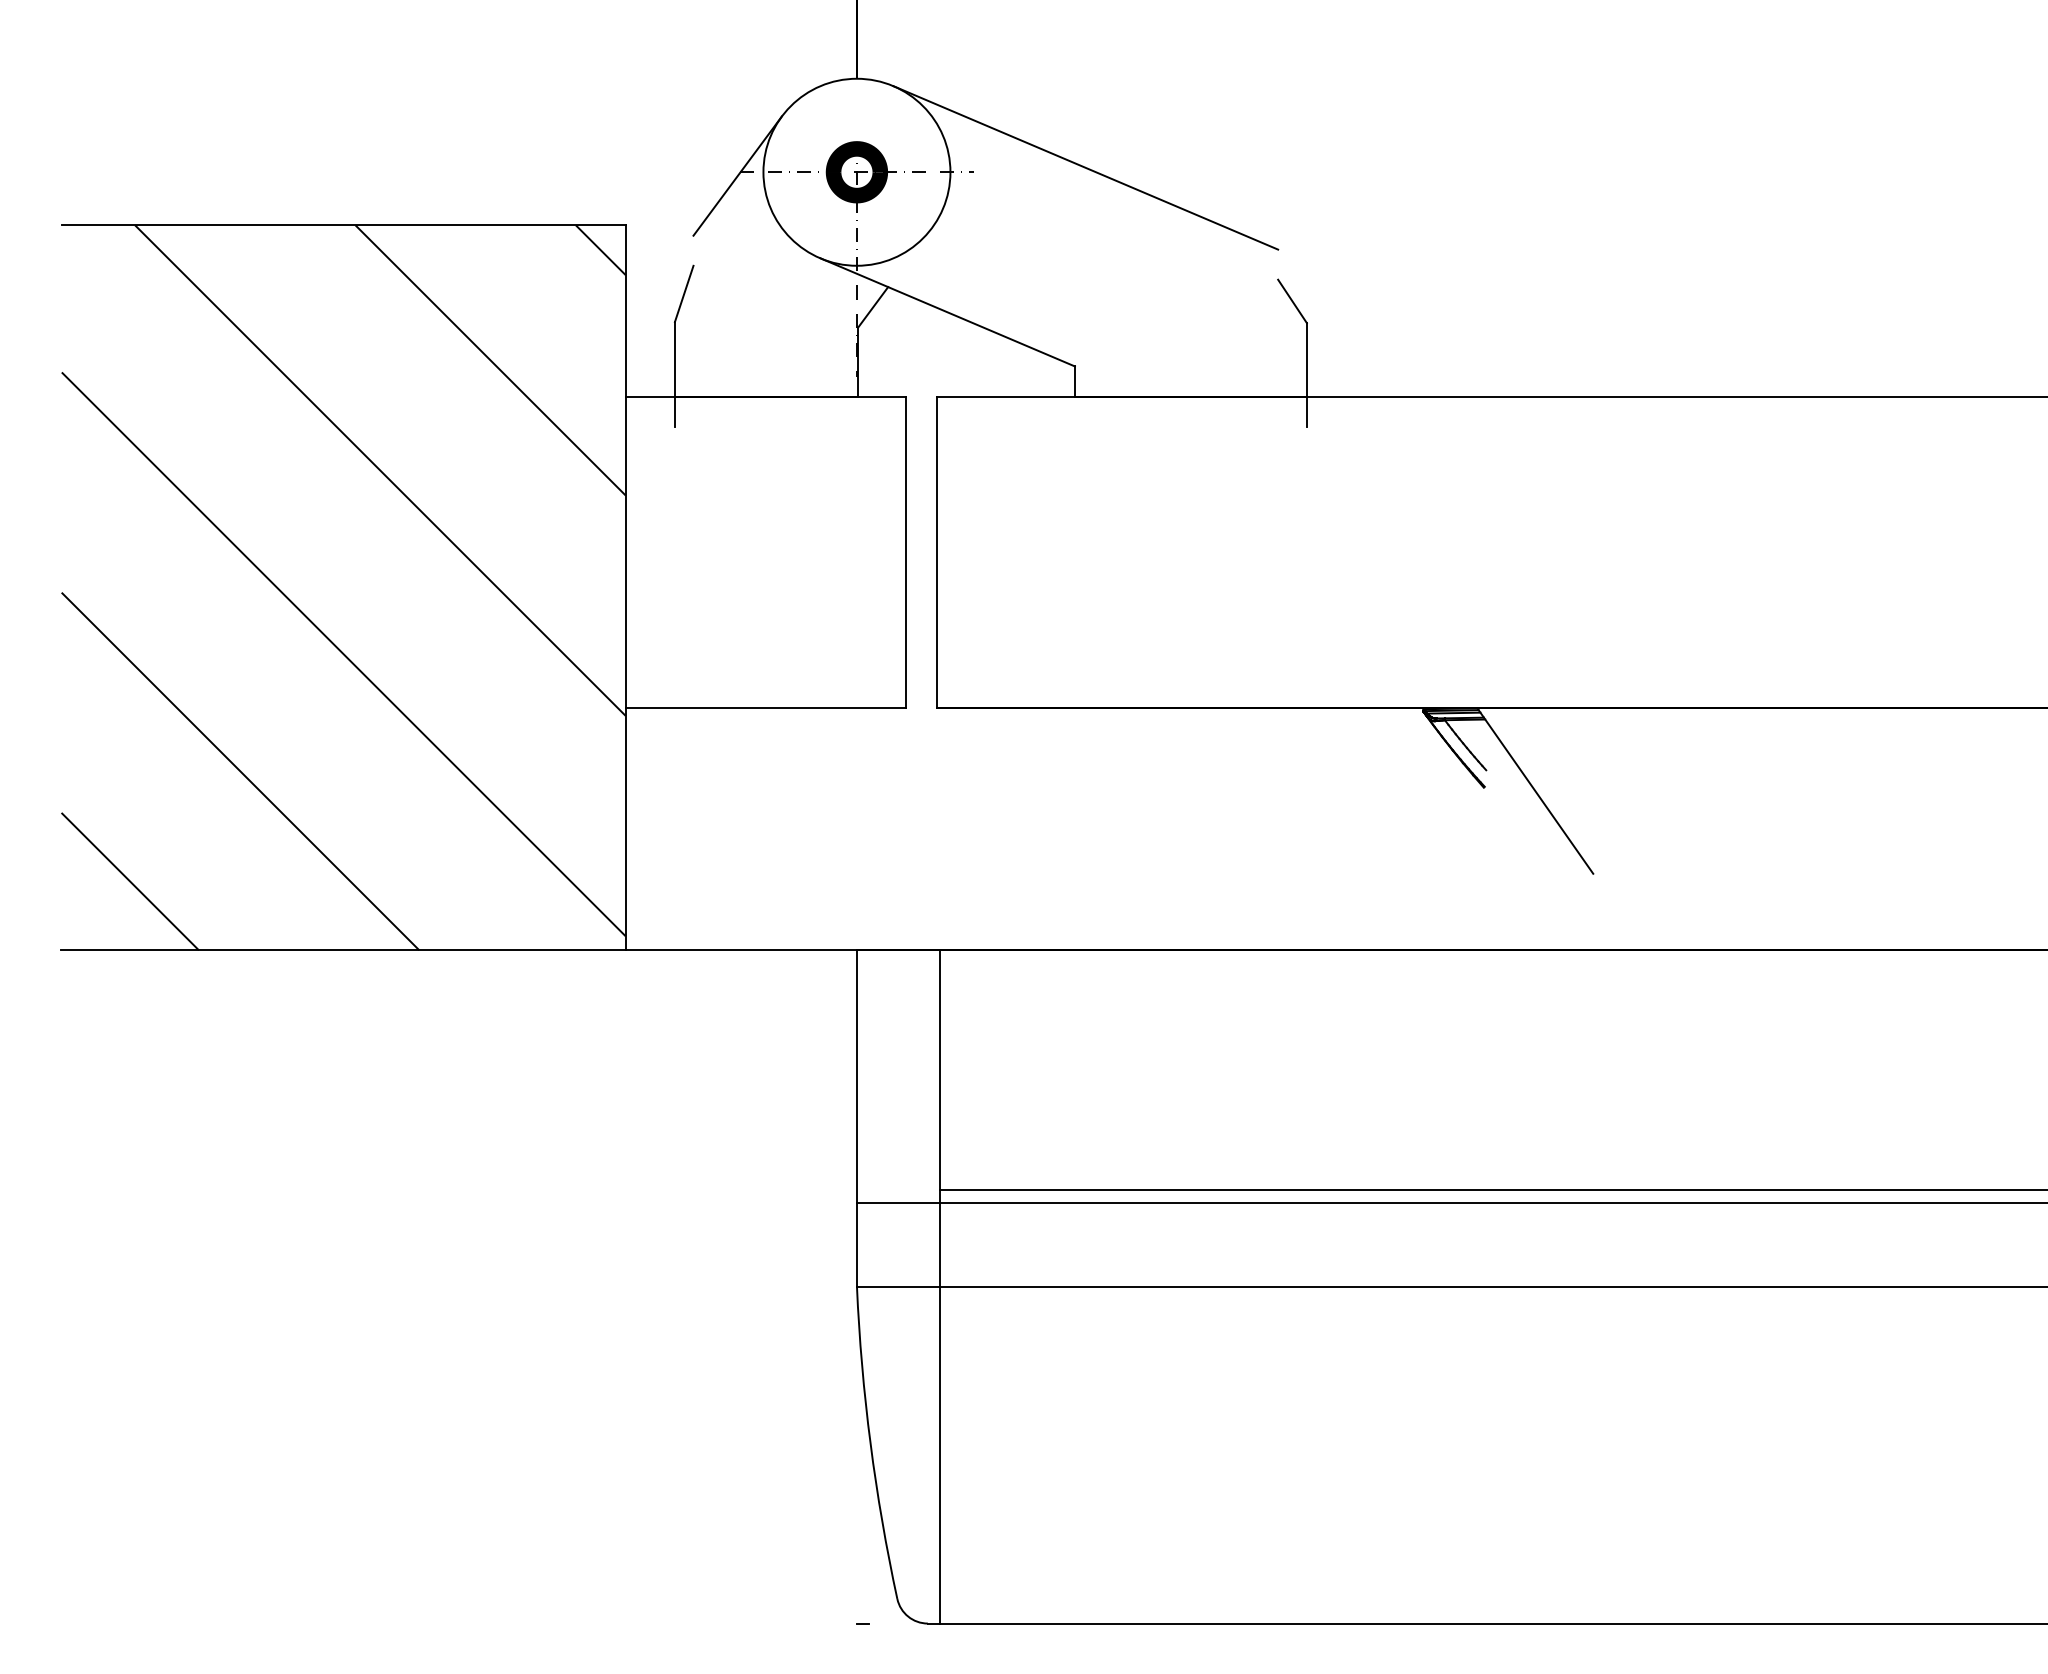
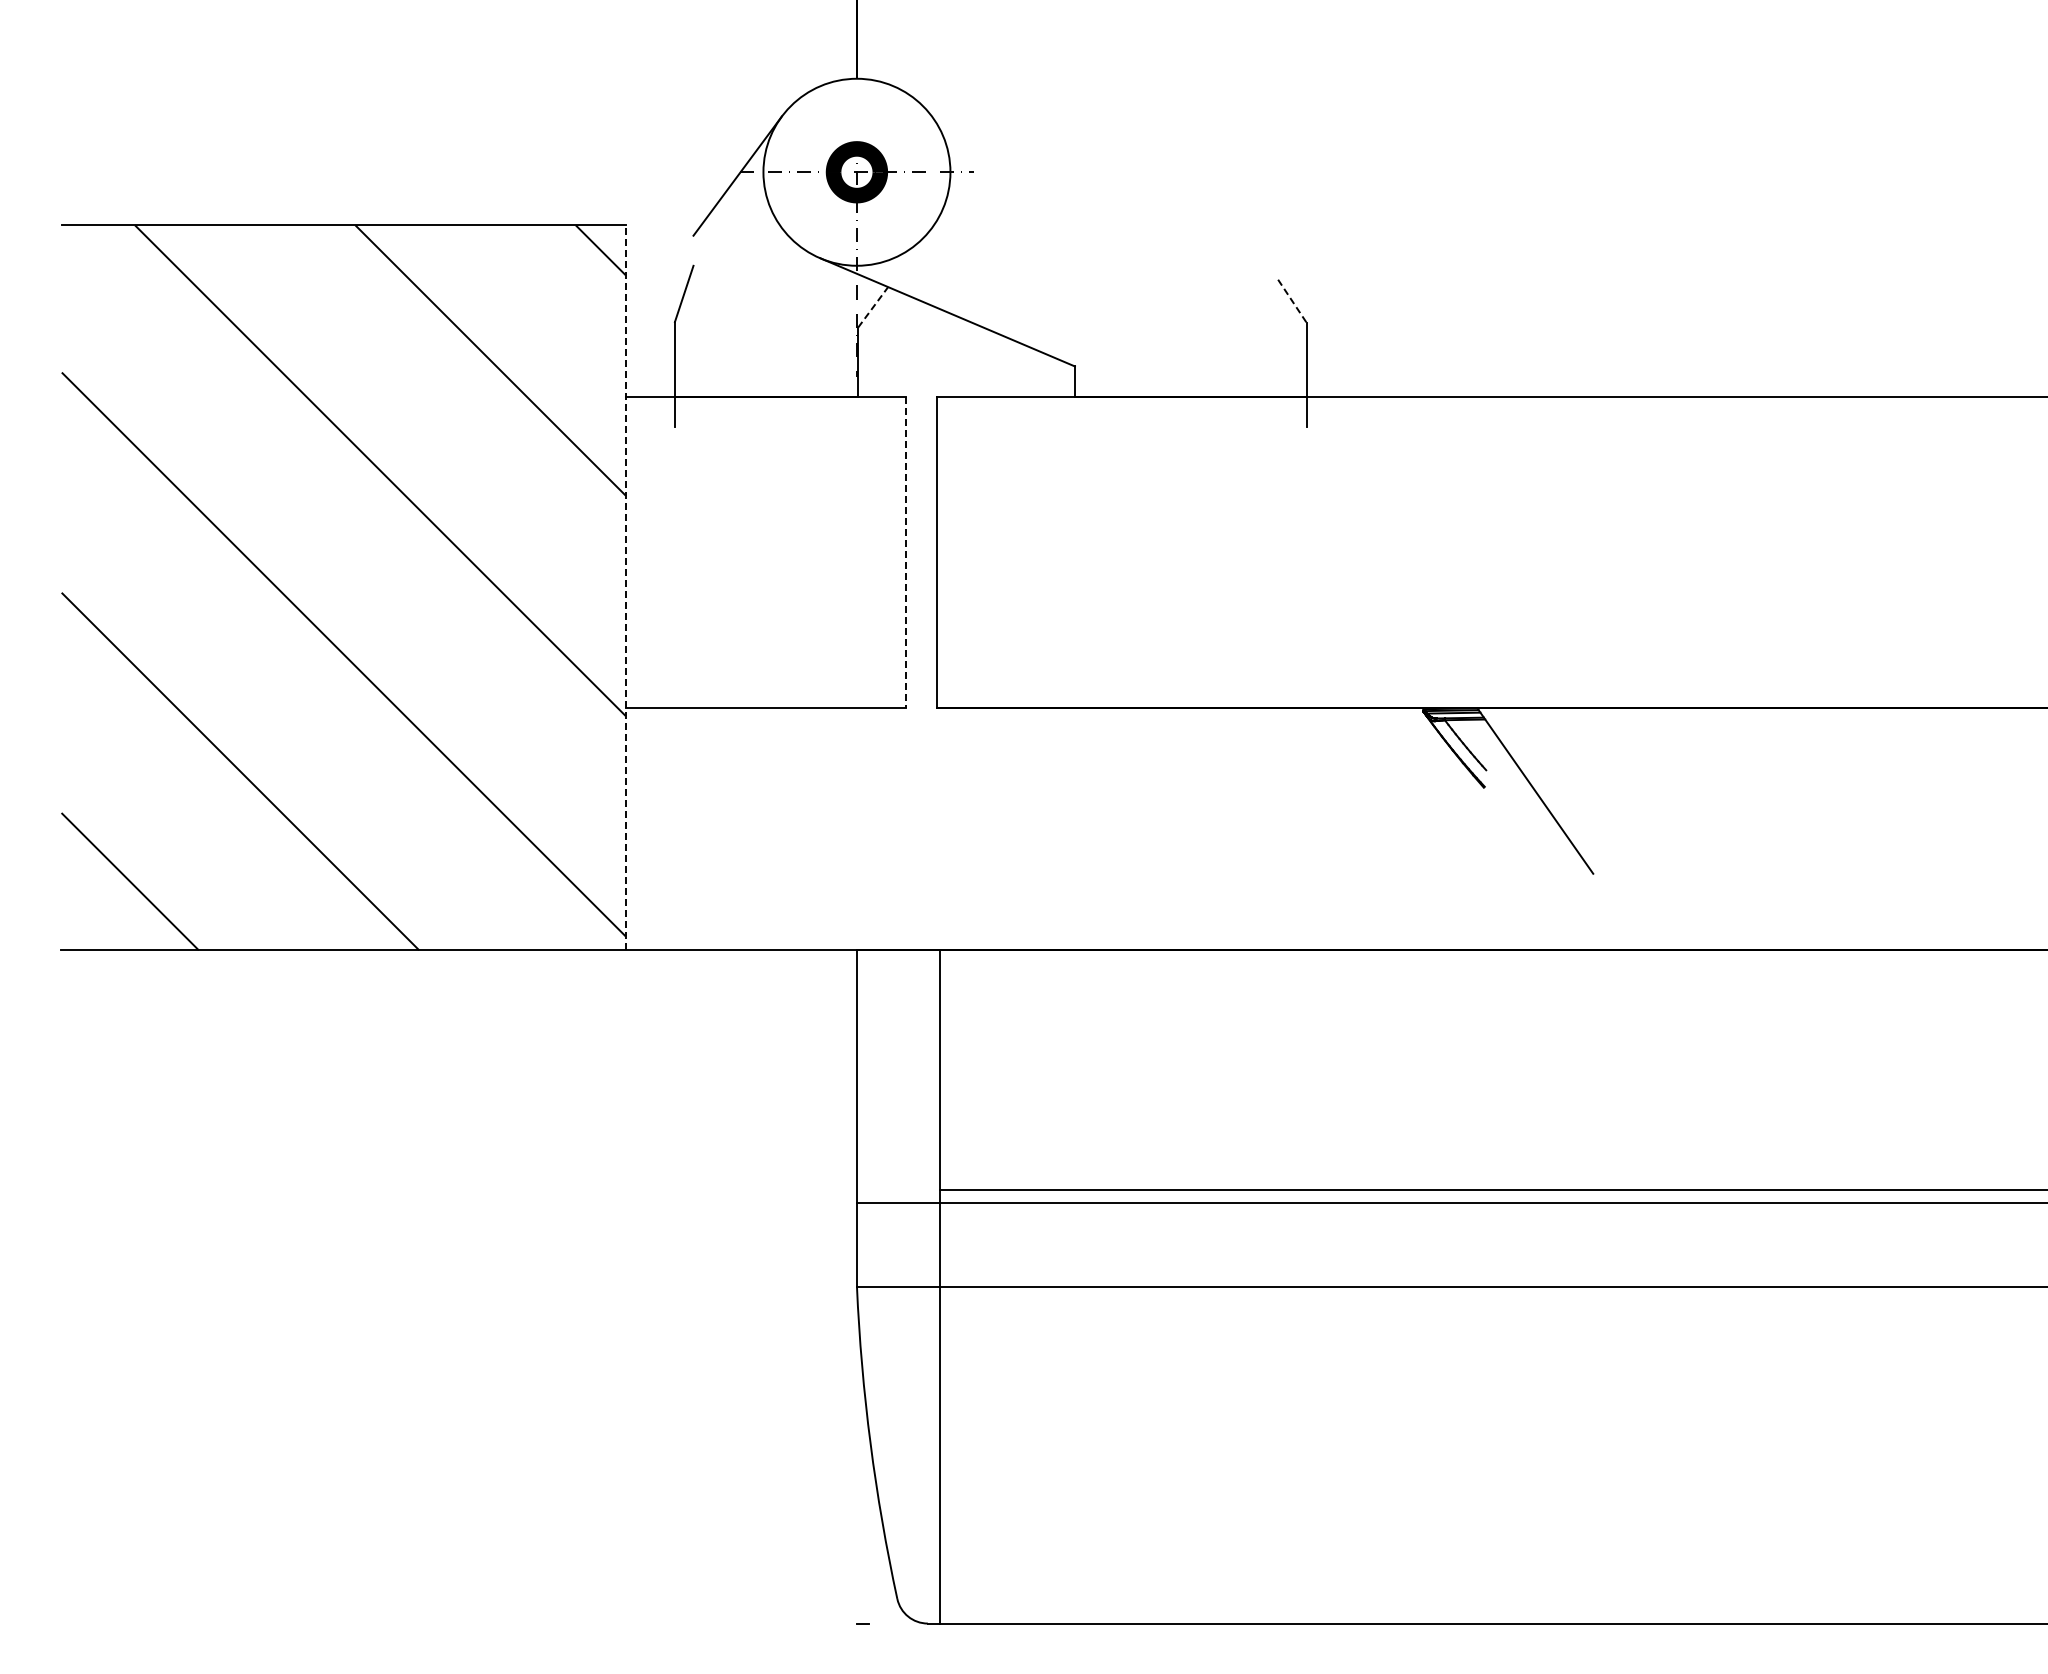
line at (1085, 167): present -> none
line at (1292, 301): solid -> dashed
line at (873, 306): solid -> dashed
line at (906, 552): solid -> dashed
line at (625, 587): solid -> dashed
